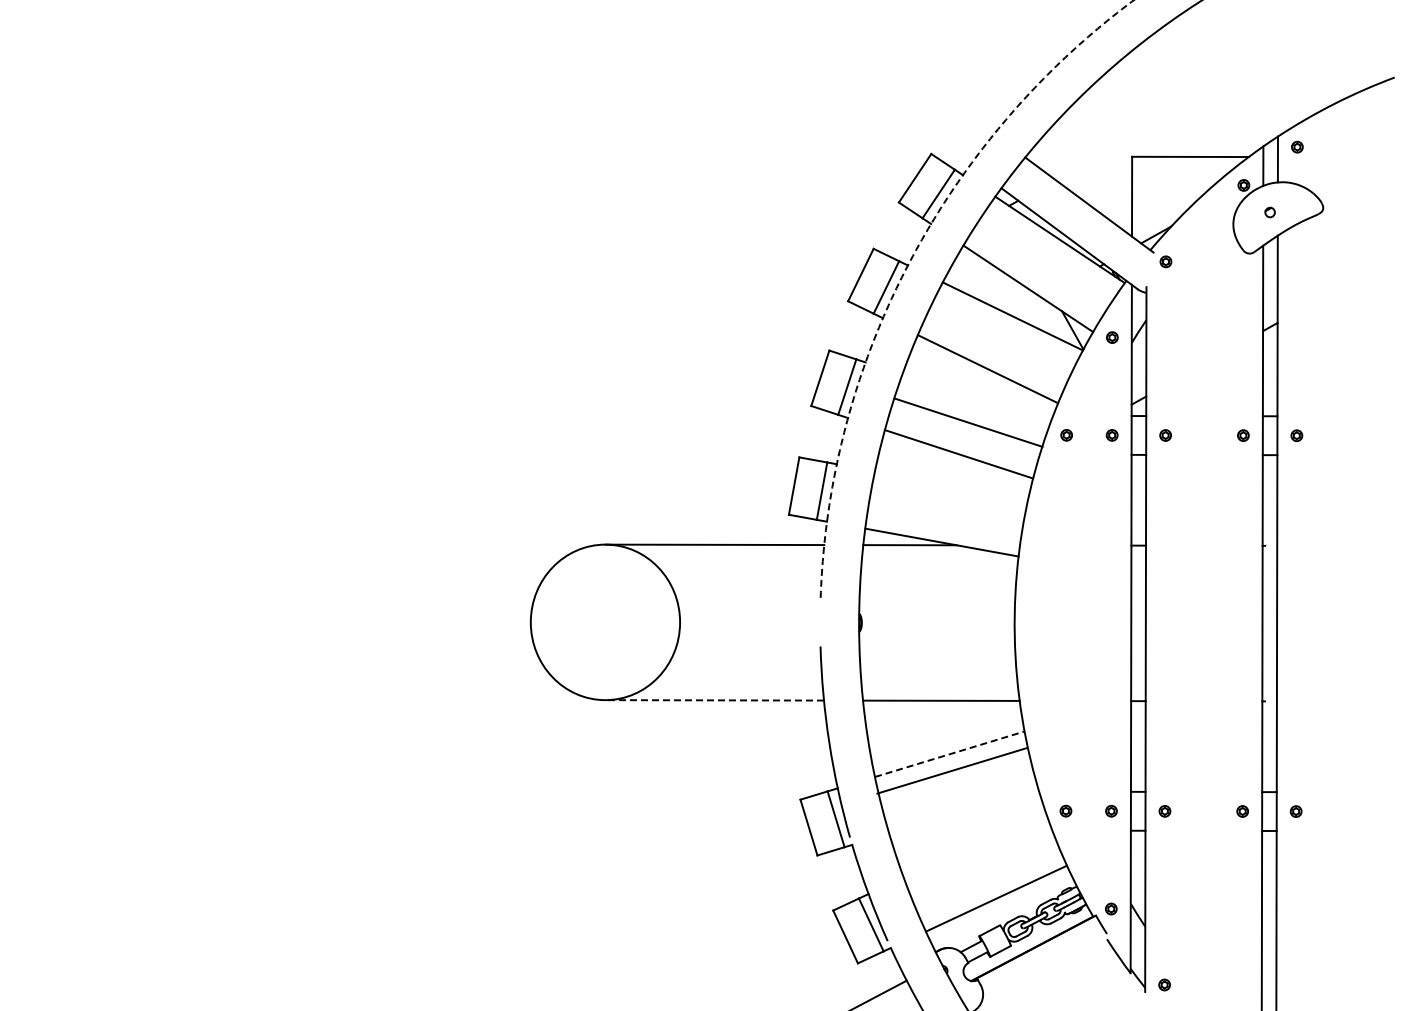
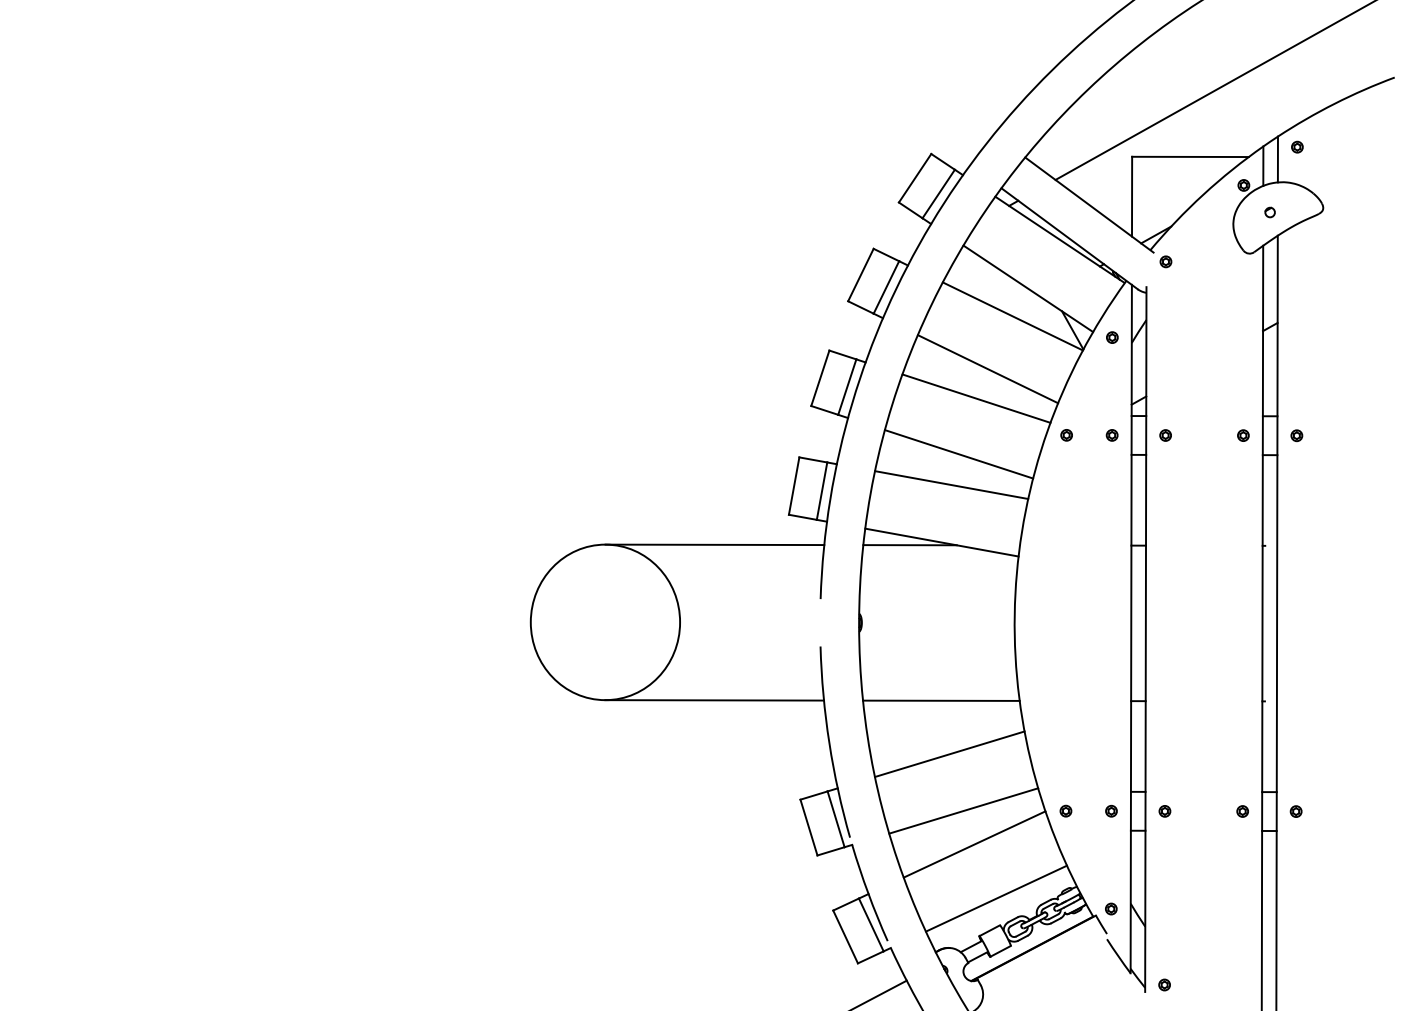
line at (1214, 90): none -> present
arc at (908, 264): dashed -> solid
line at (968, 422) position: (968, 422) -> (976, 398)
line at (951, 485): none -> present
line at (714, 700): dashed -> solid
line at (950, 754): dashed -> solid
line at (951, 770) position: (951, 770) -> (963, 810)
line at (974, 844): none -> present
